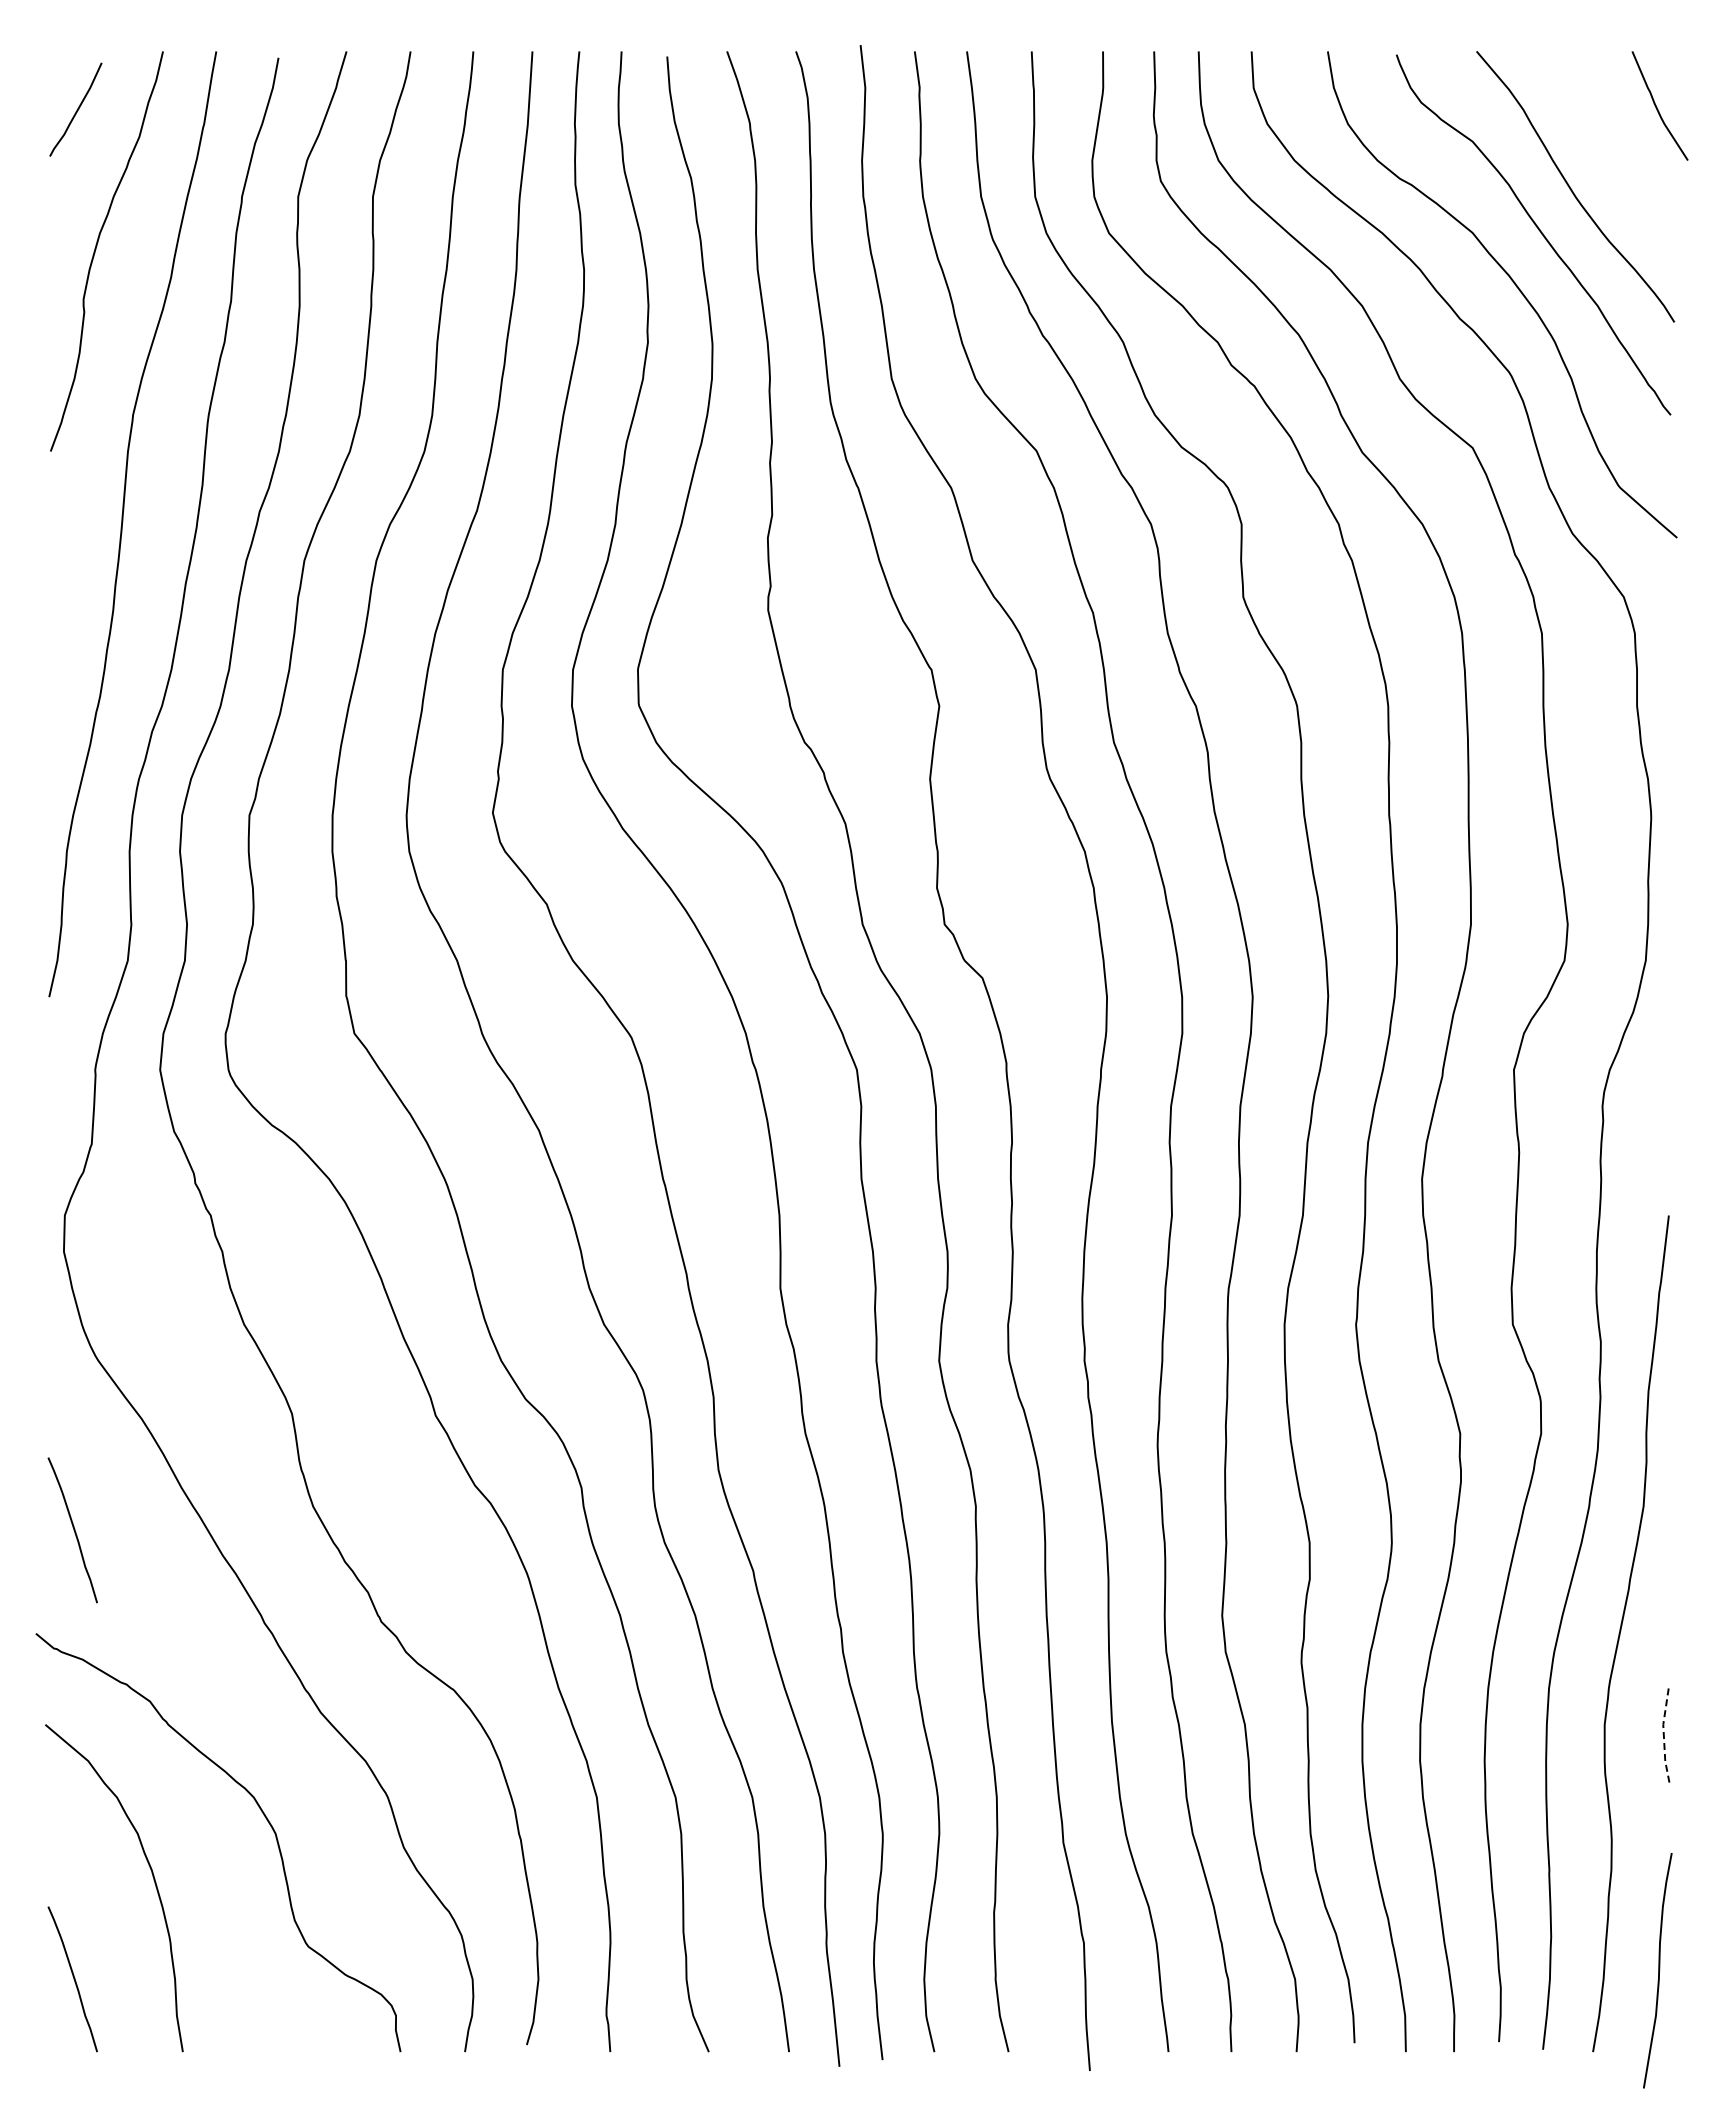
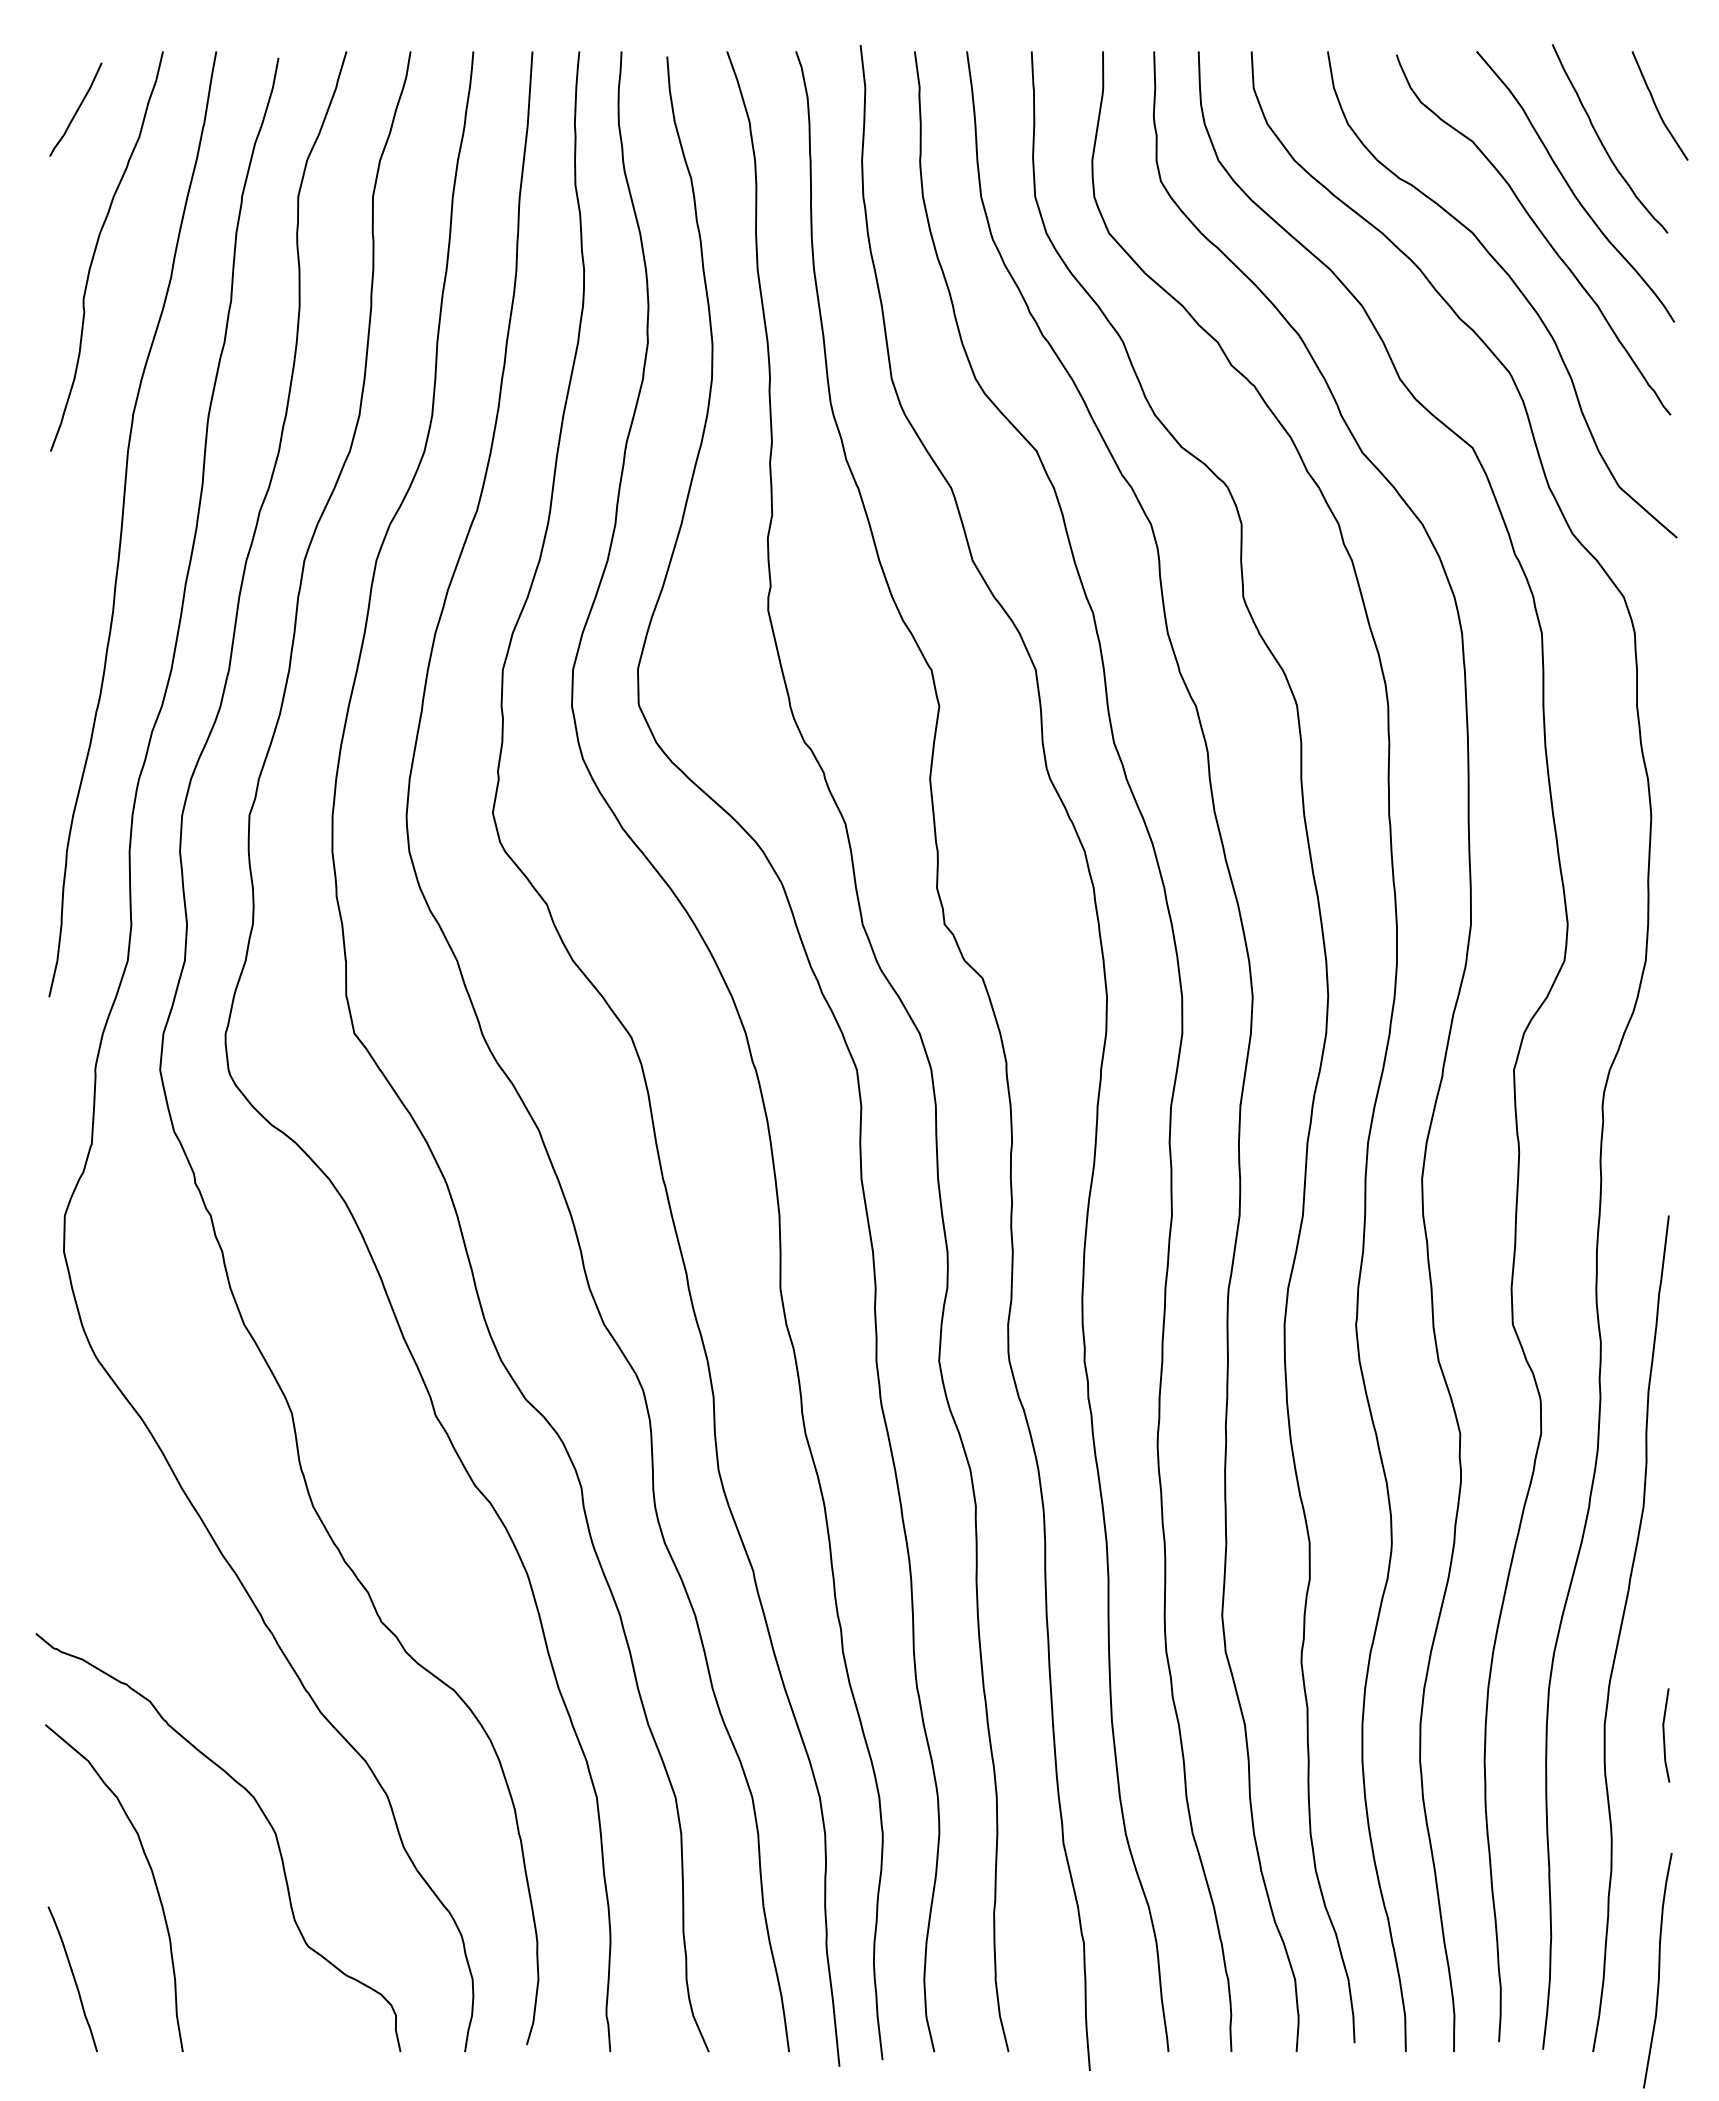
curve at (1602, 142): none -> present
curve at (73, 1530): present -> none
line at (1663, 1735): dashed -> solid
